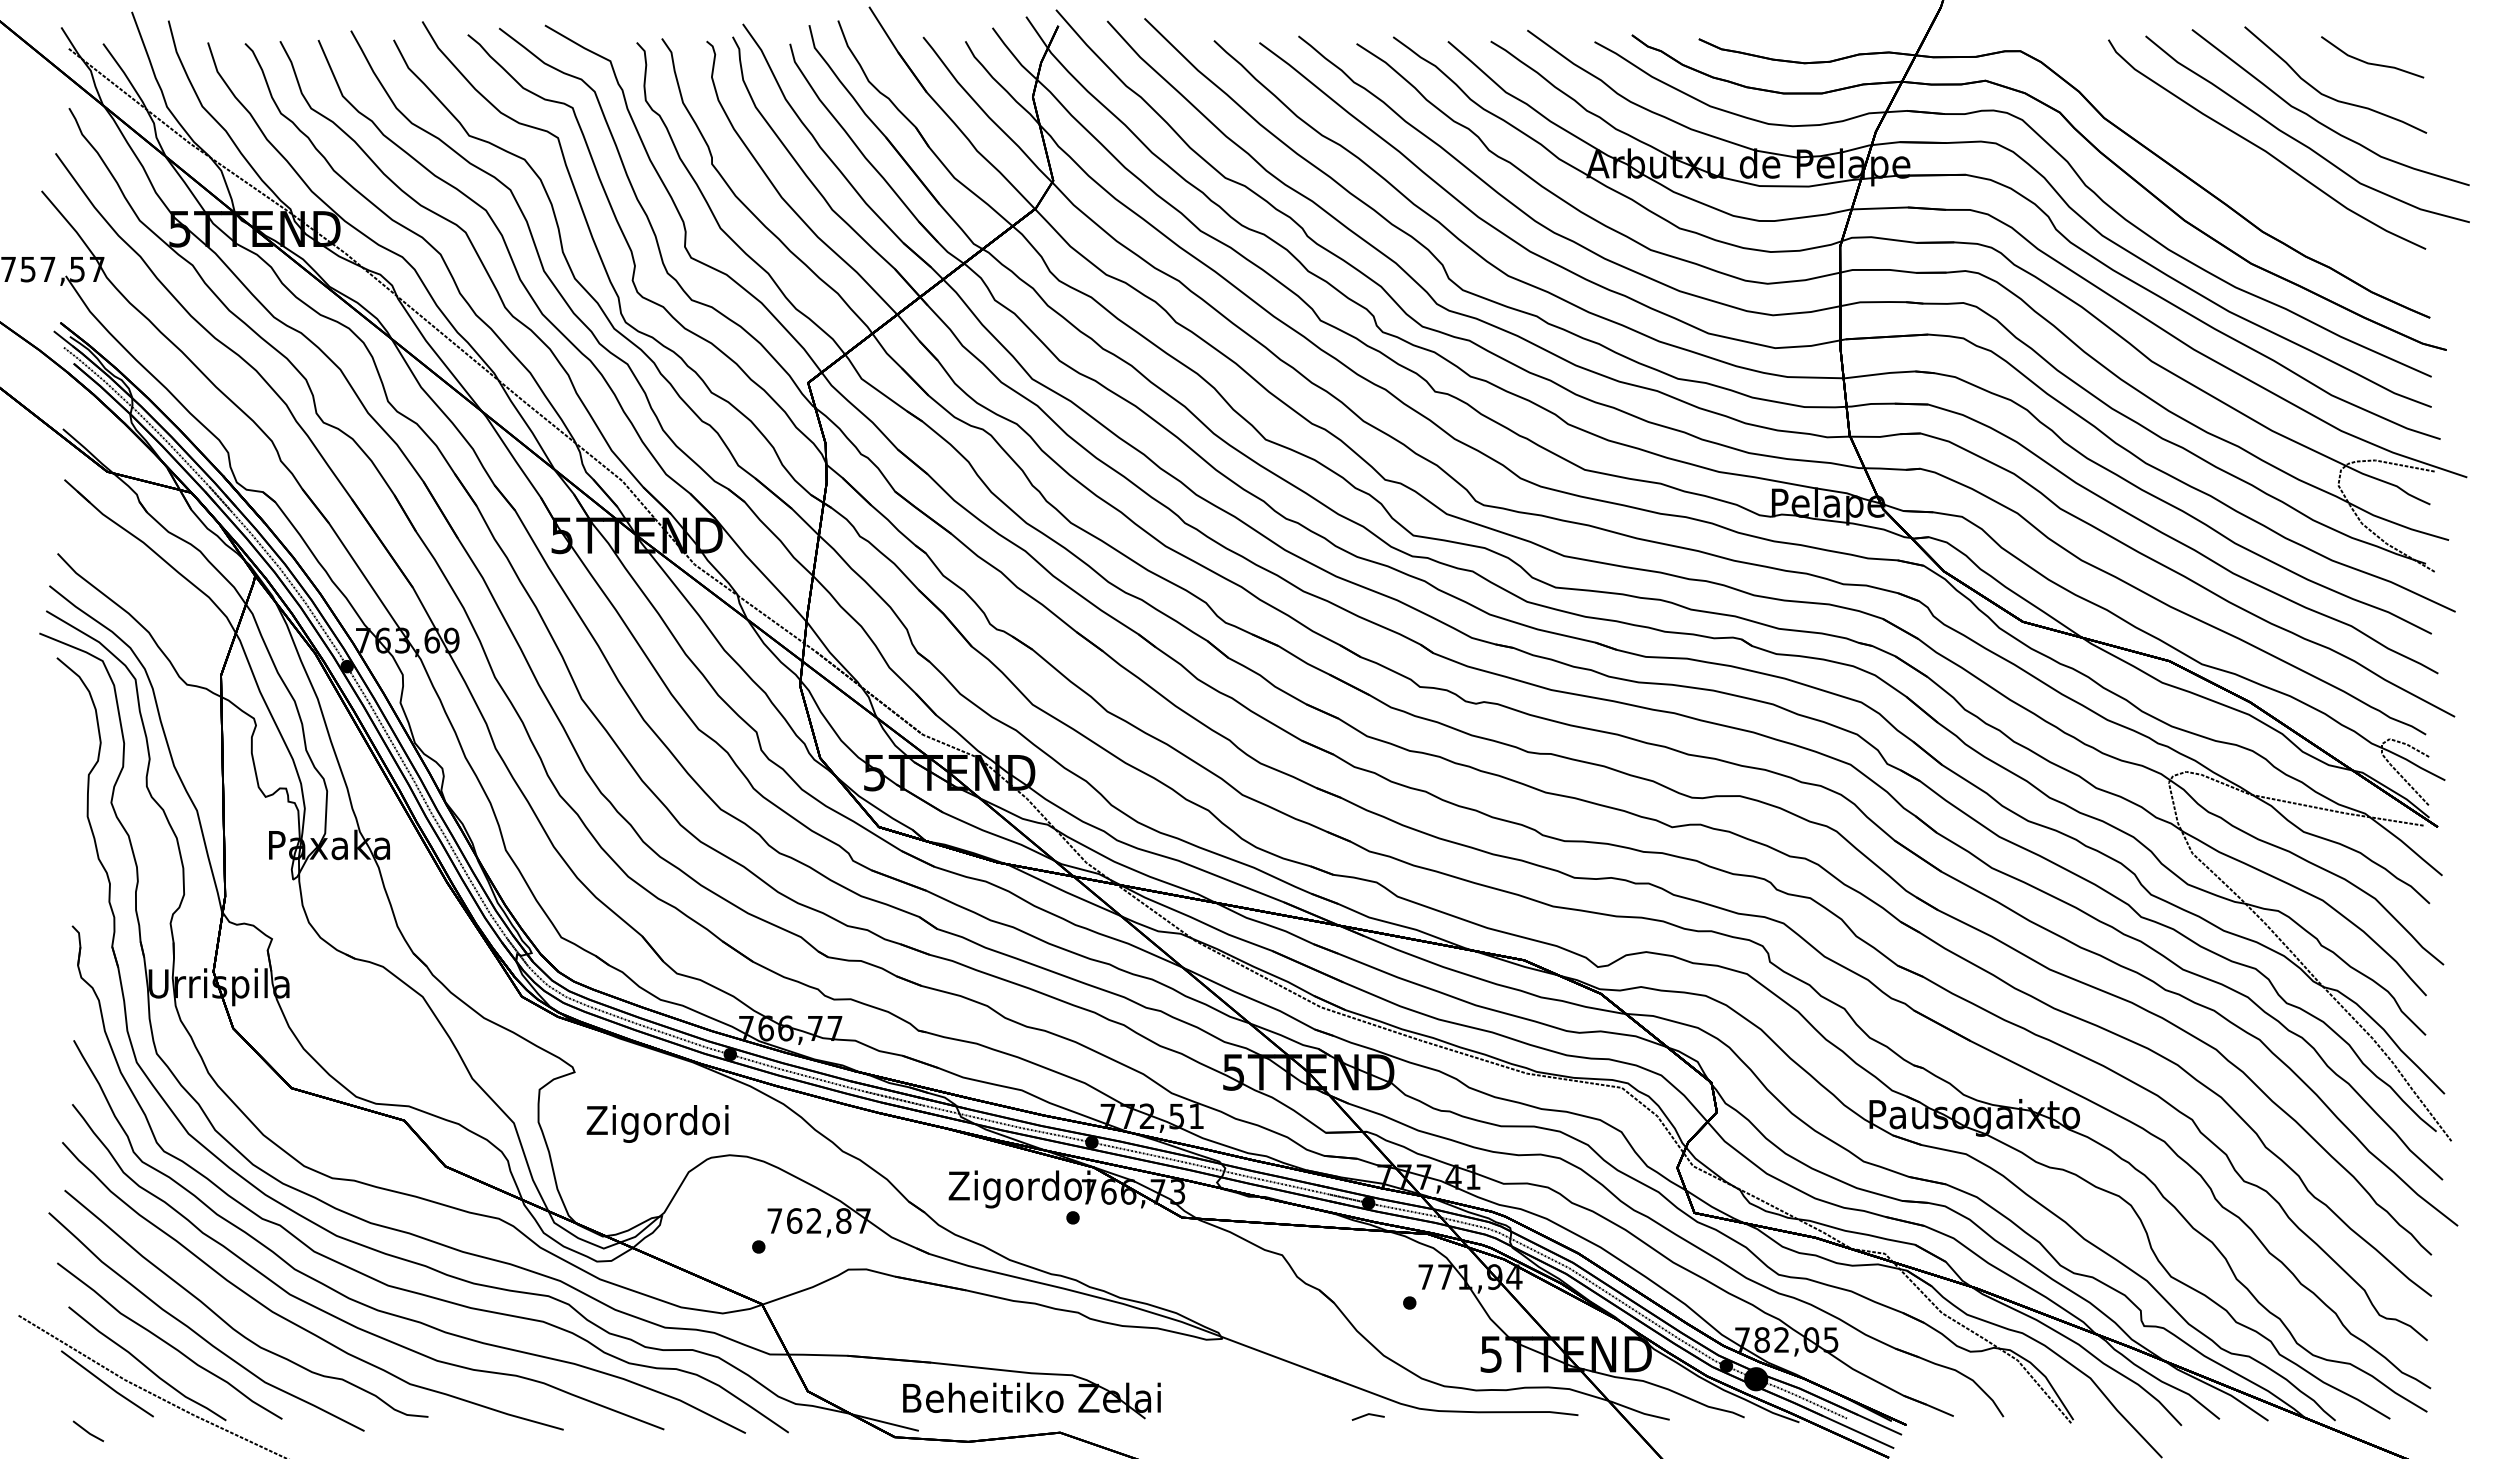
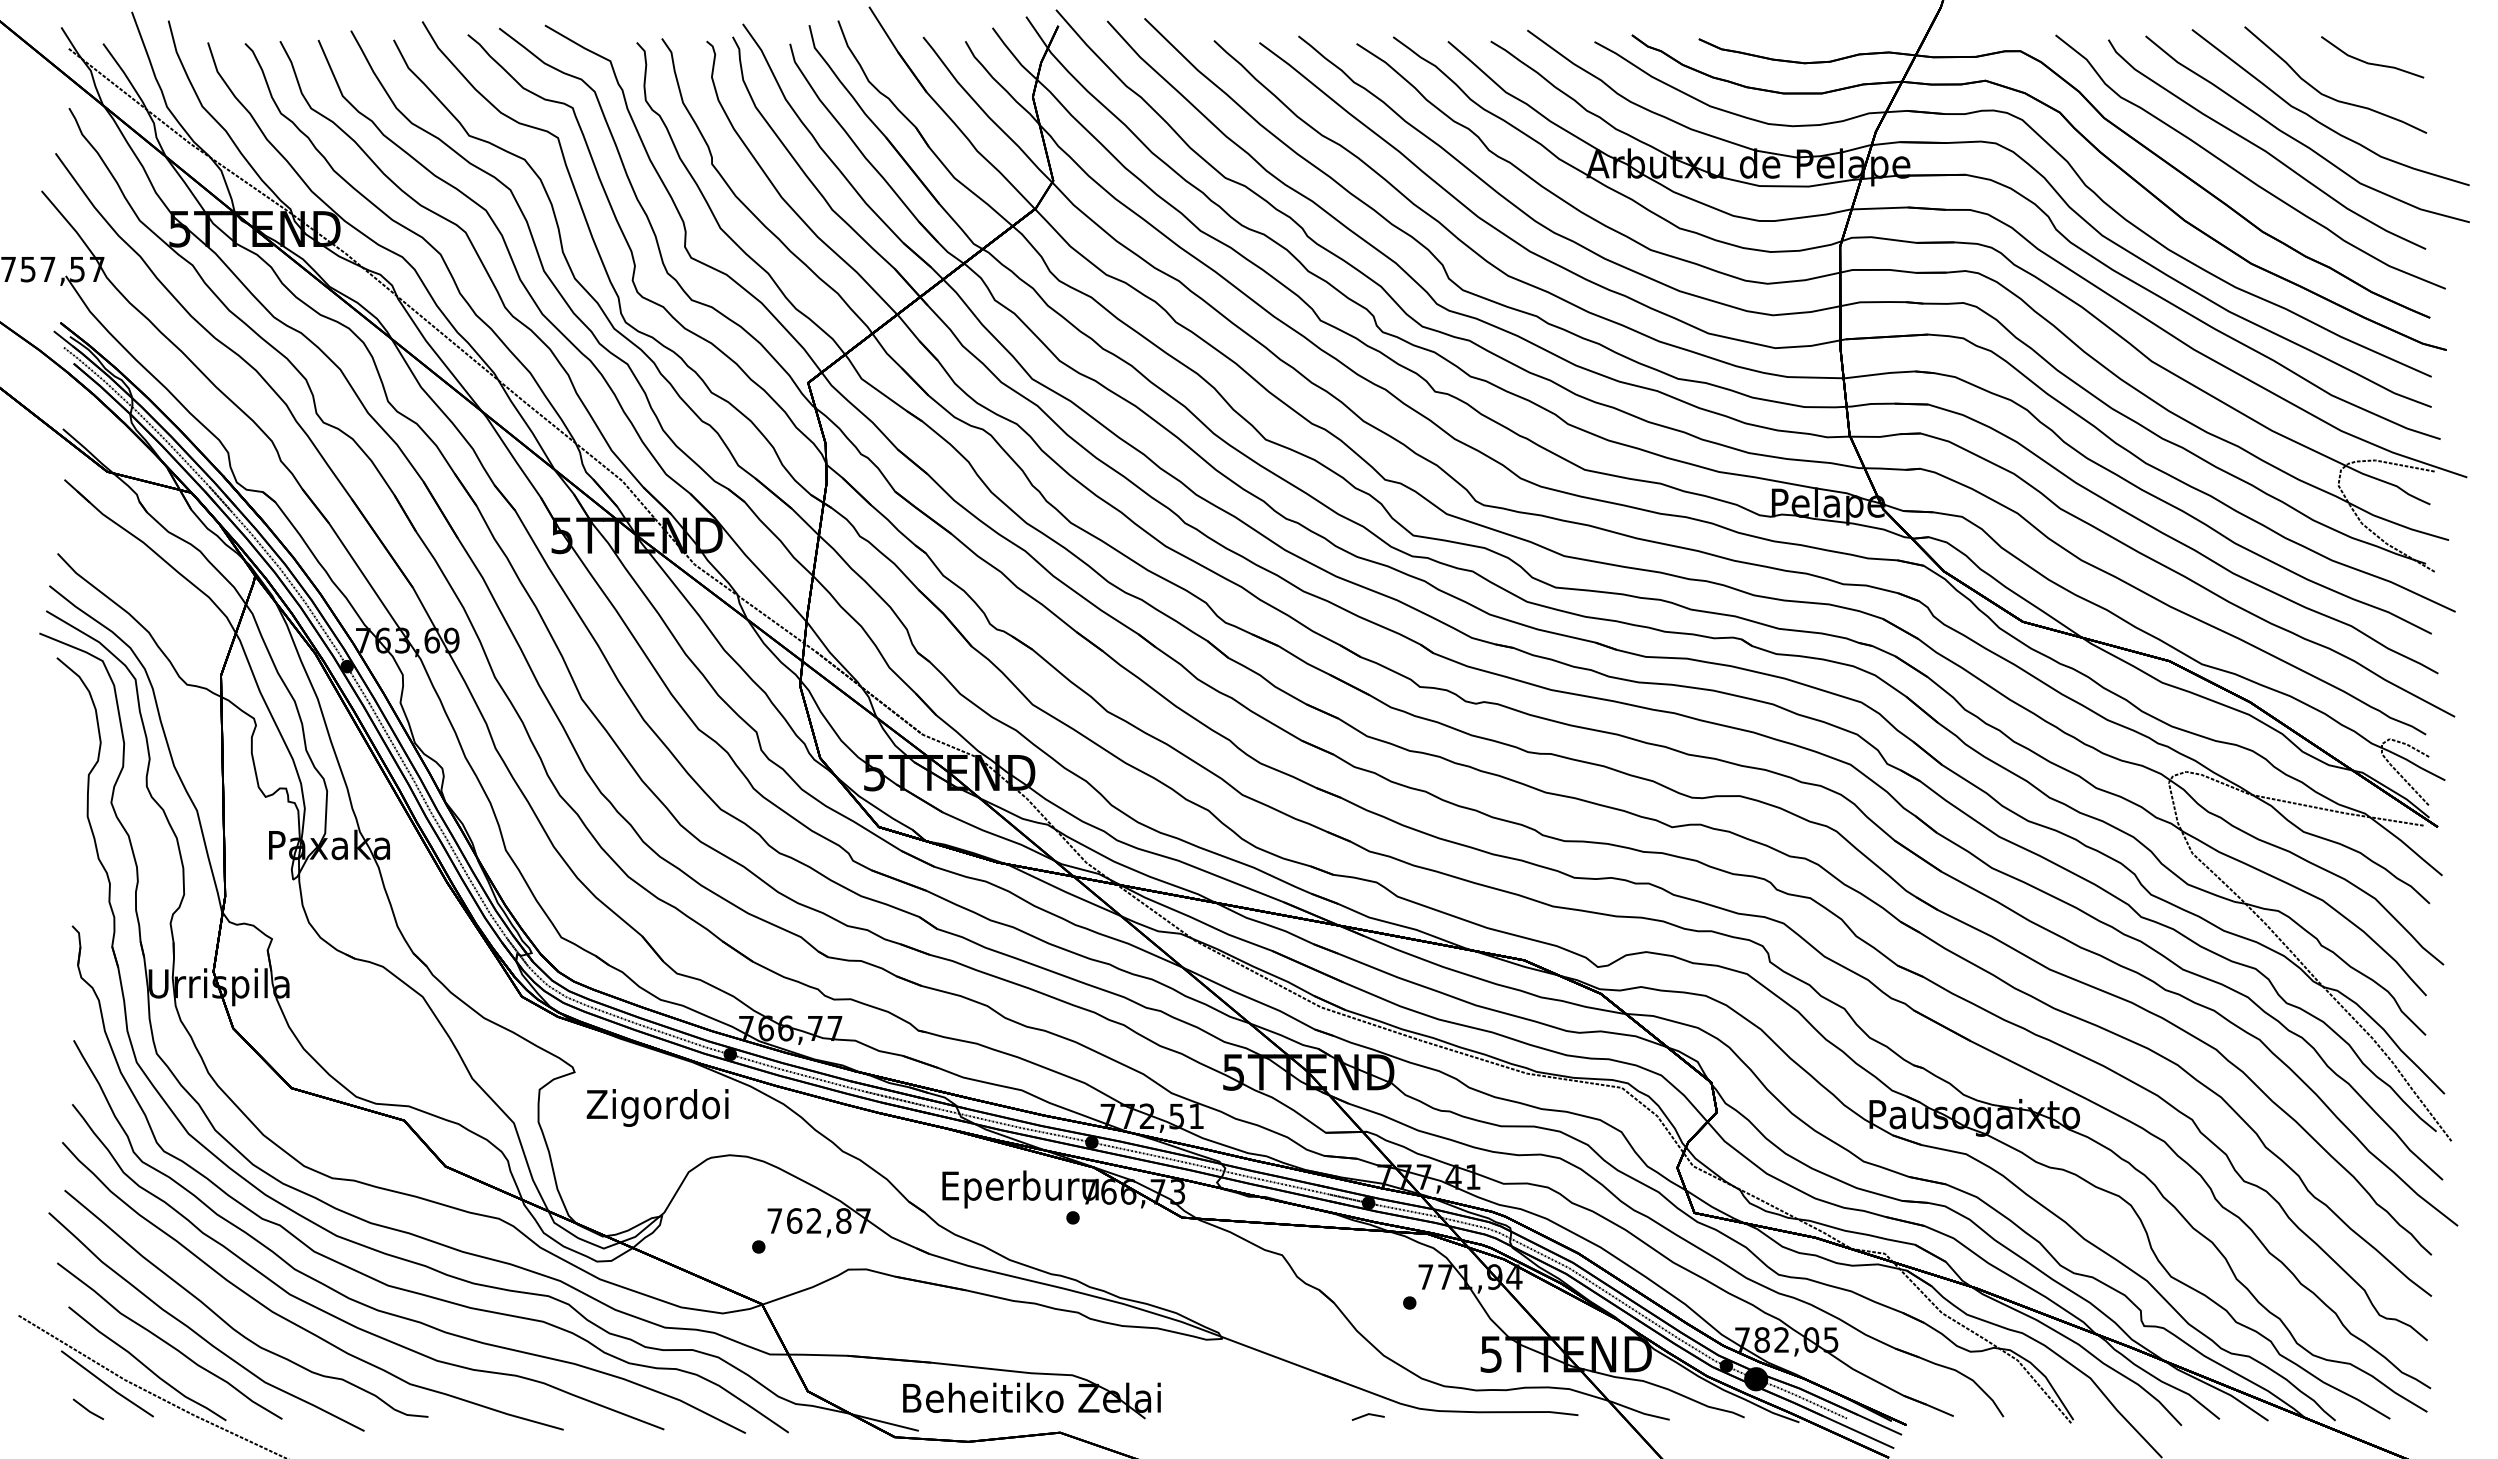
part at (2242, 173): none -> present
text at (657, 1123) position: (657, 1123) -> (657, 1107)
text at (1020, 1189): Zigordoi -> Eperburu
part at (88, 1431) position: (88, 1431) -> (88, 1409)
